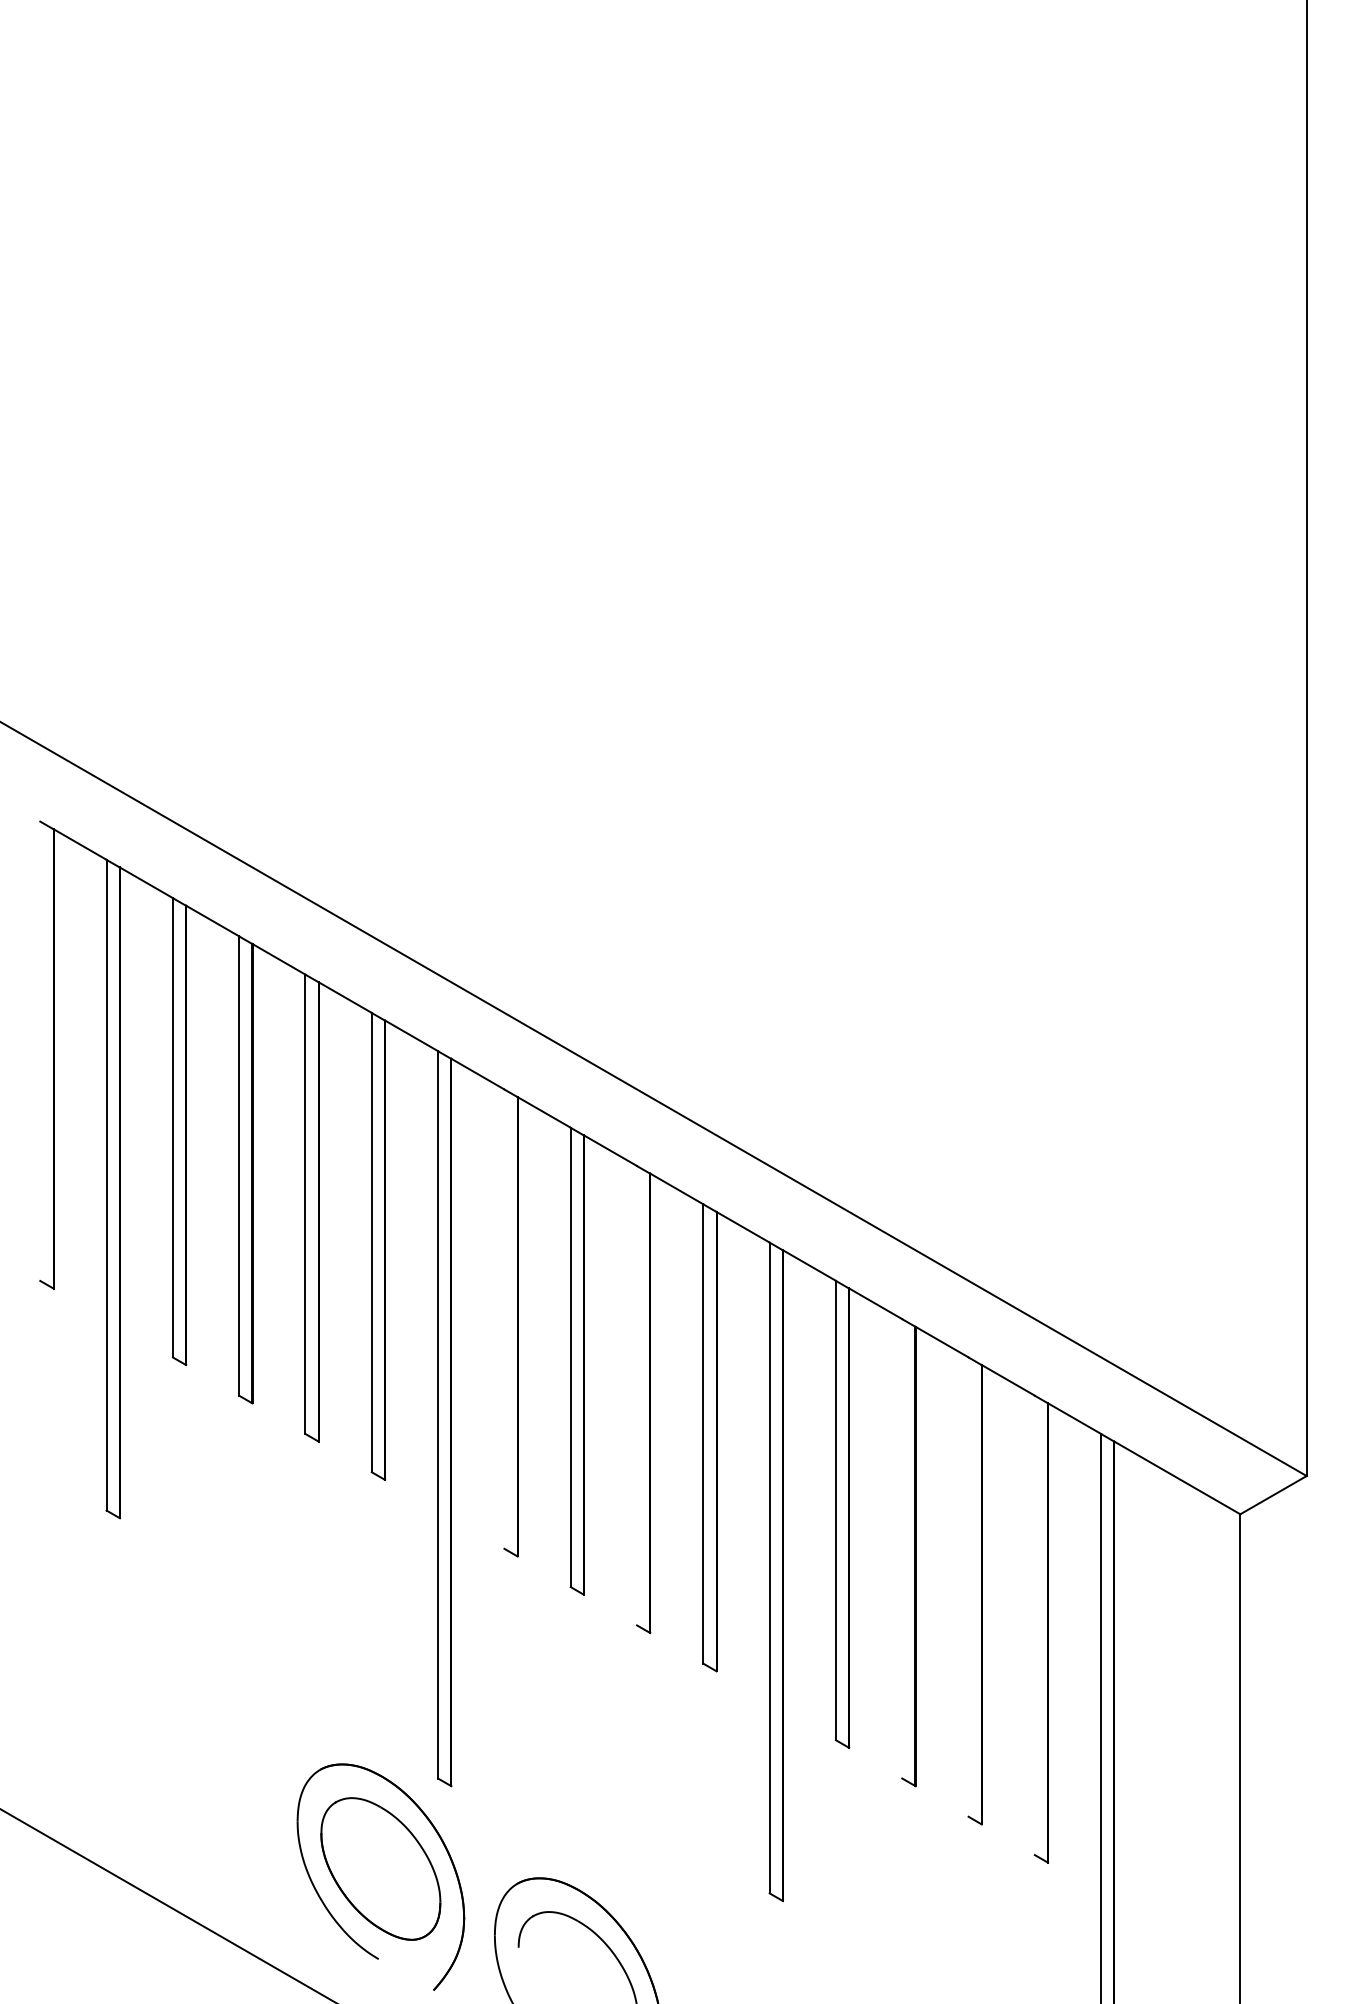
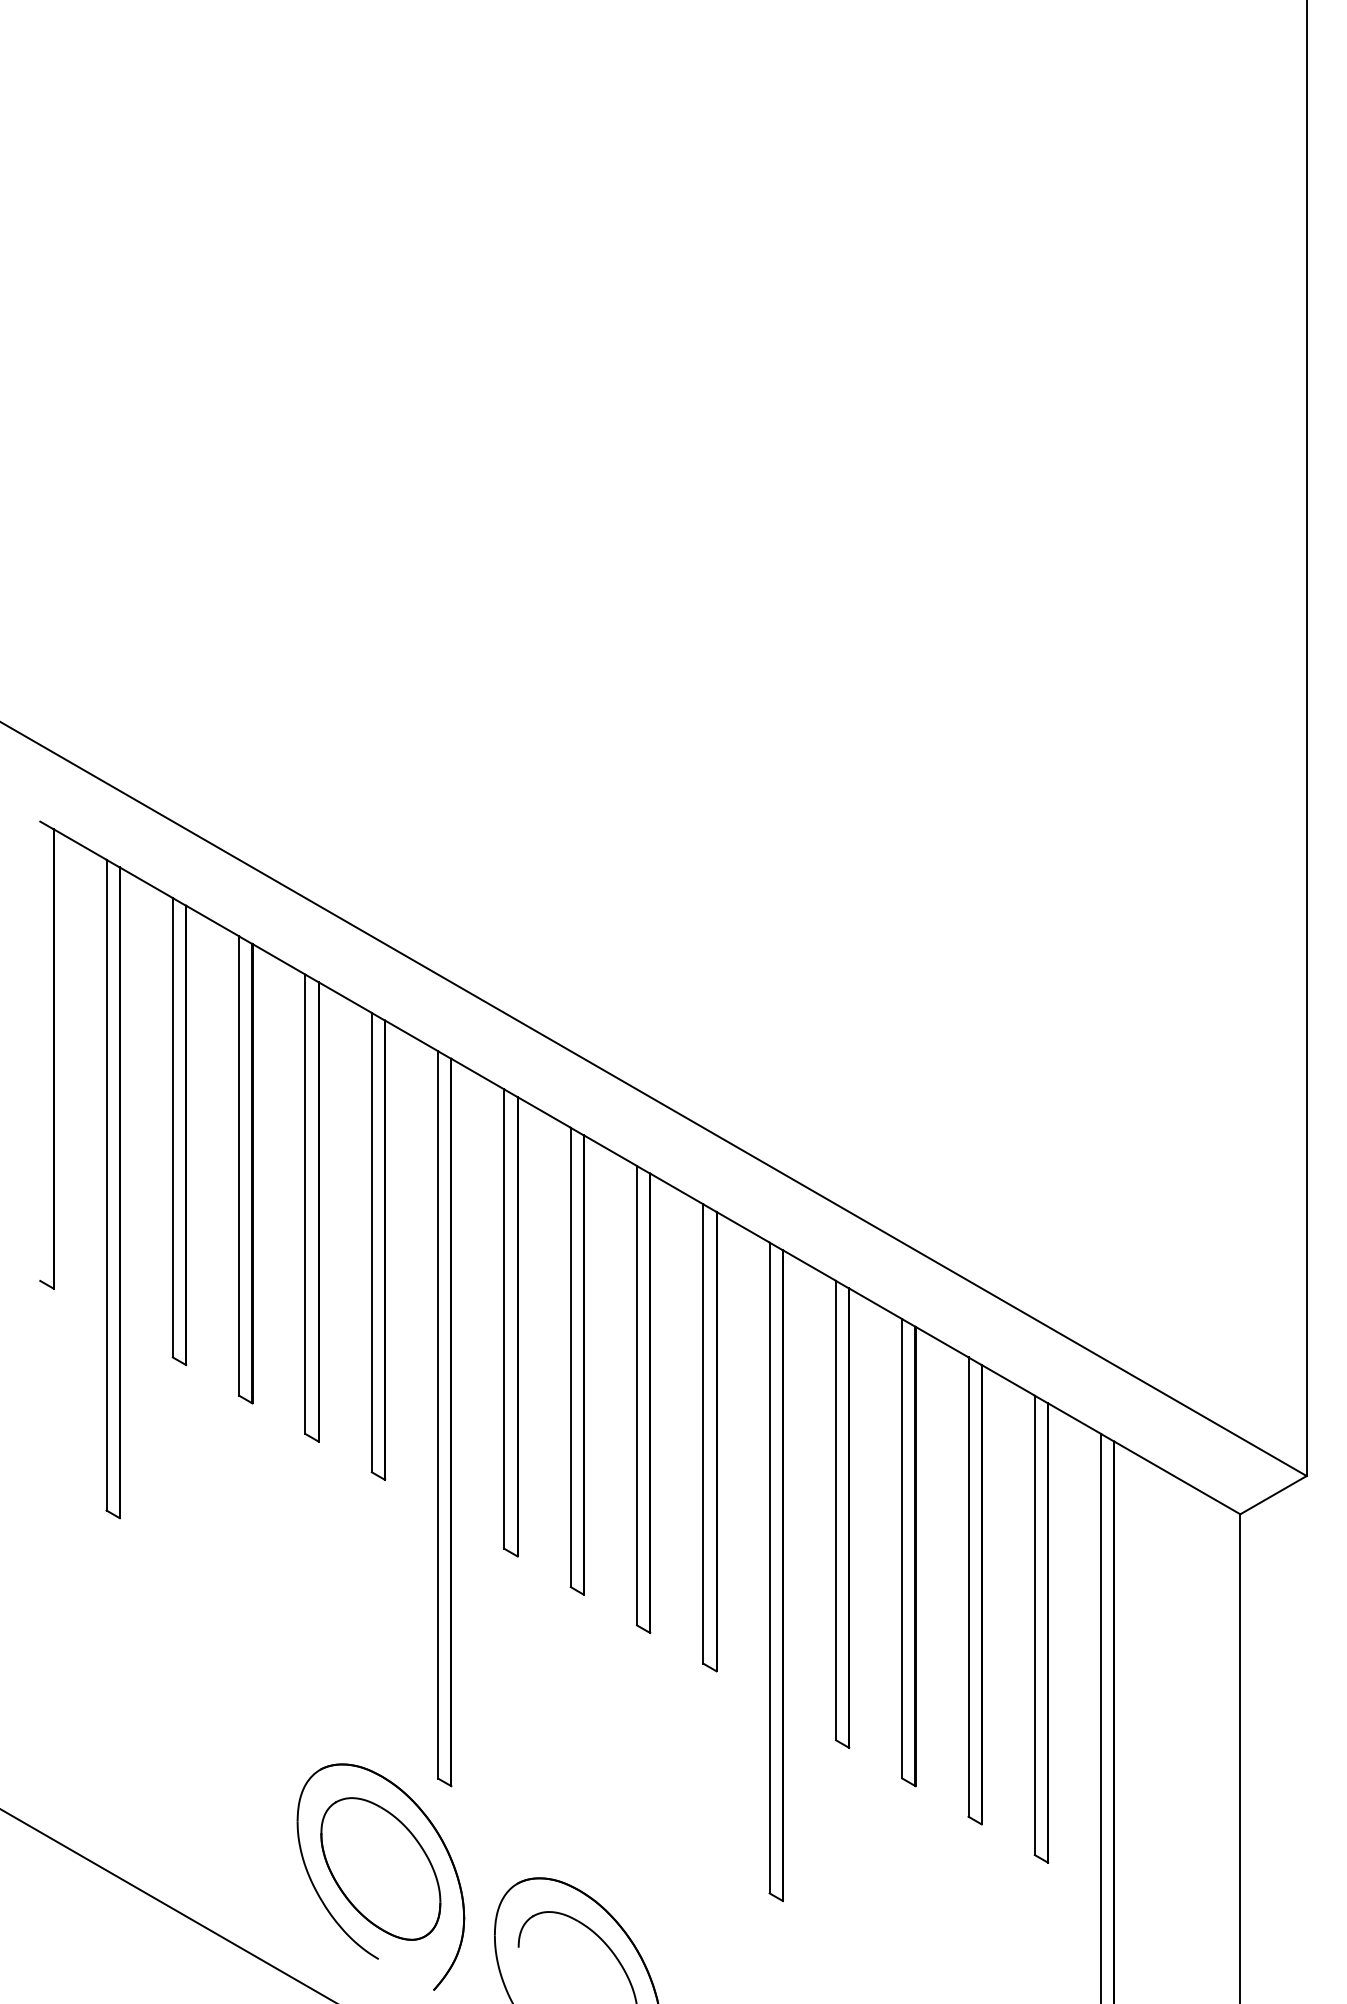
line at (504, 1318): none -> present
line at (637, 1395): none -> present
line at (902, 1548): none -> present
line at (968, 1586): none -> present
line at (1034, 1625): none -> present
